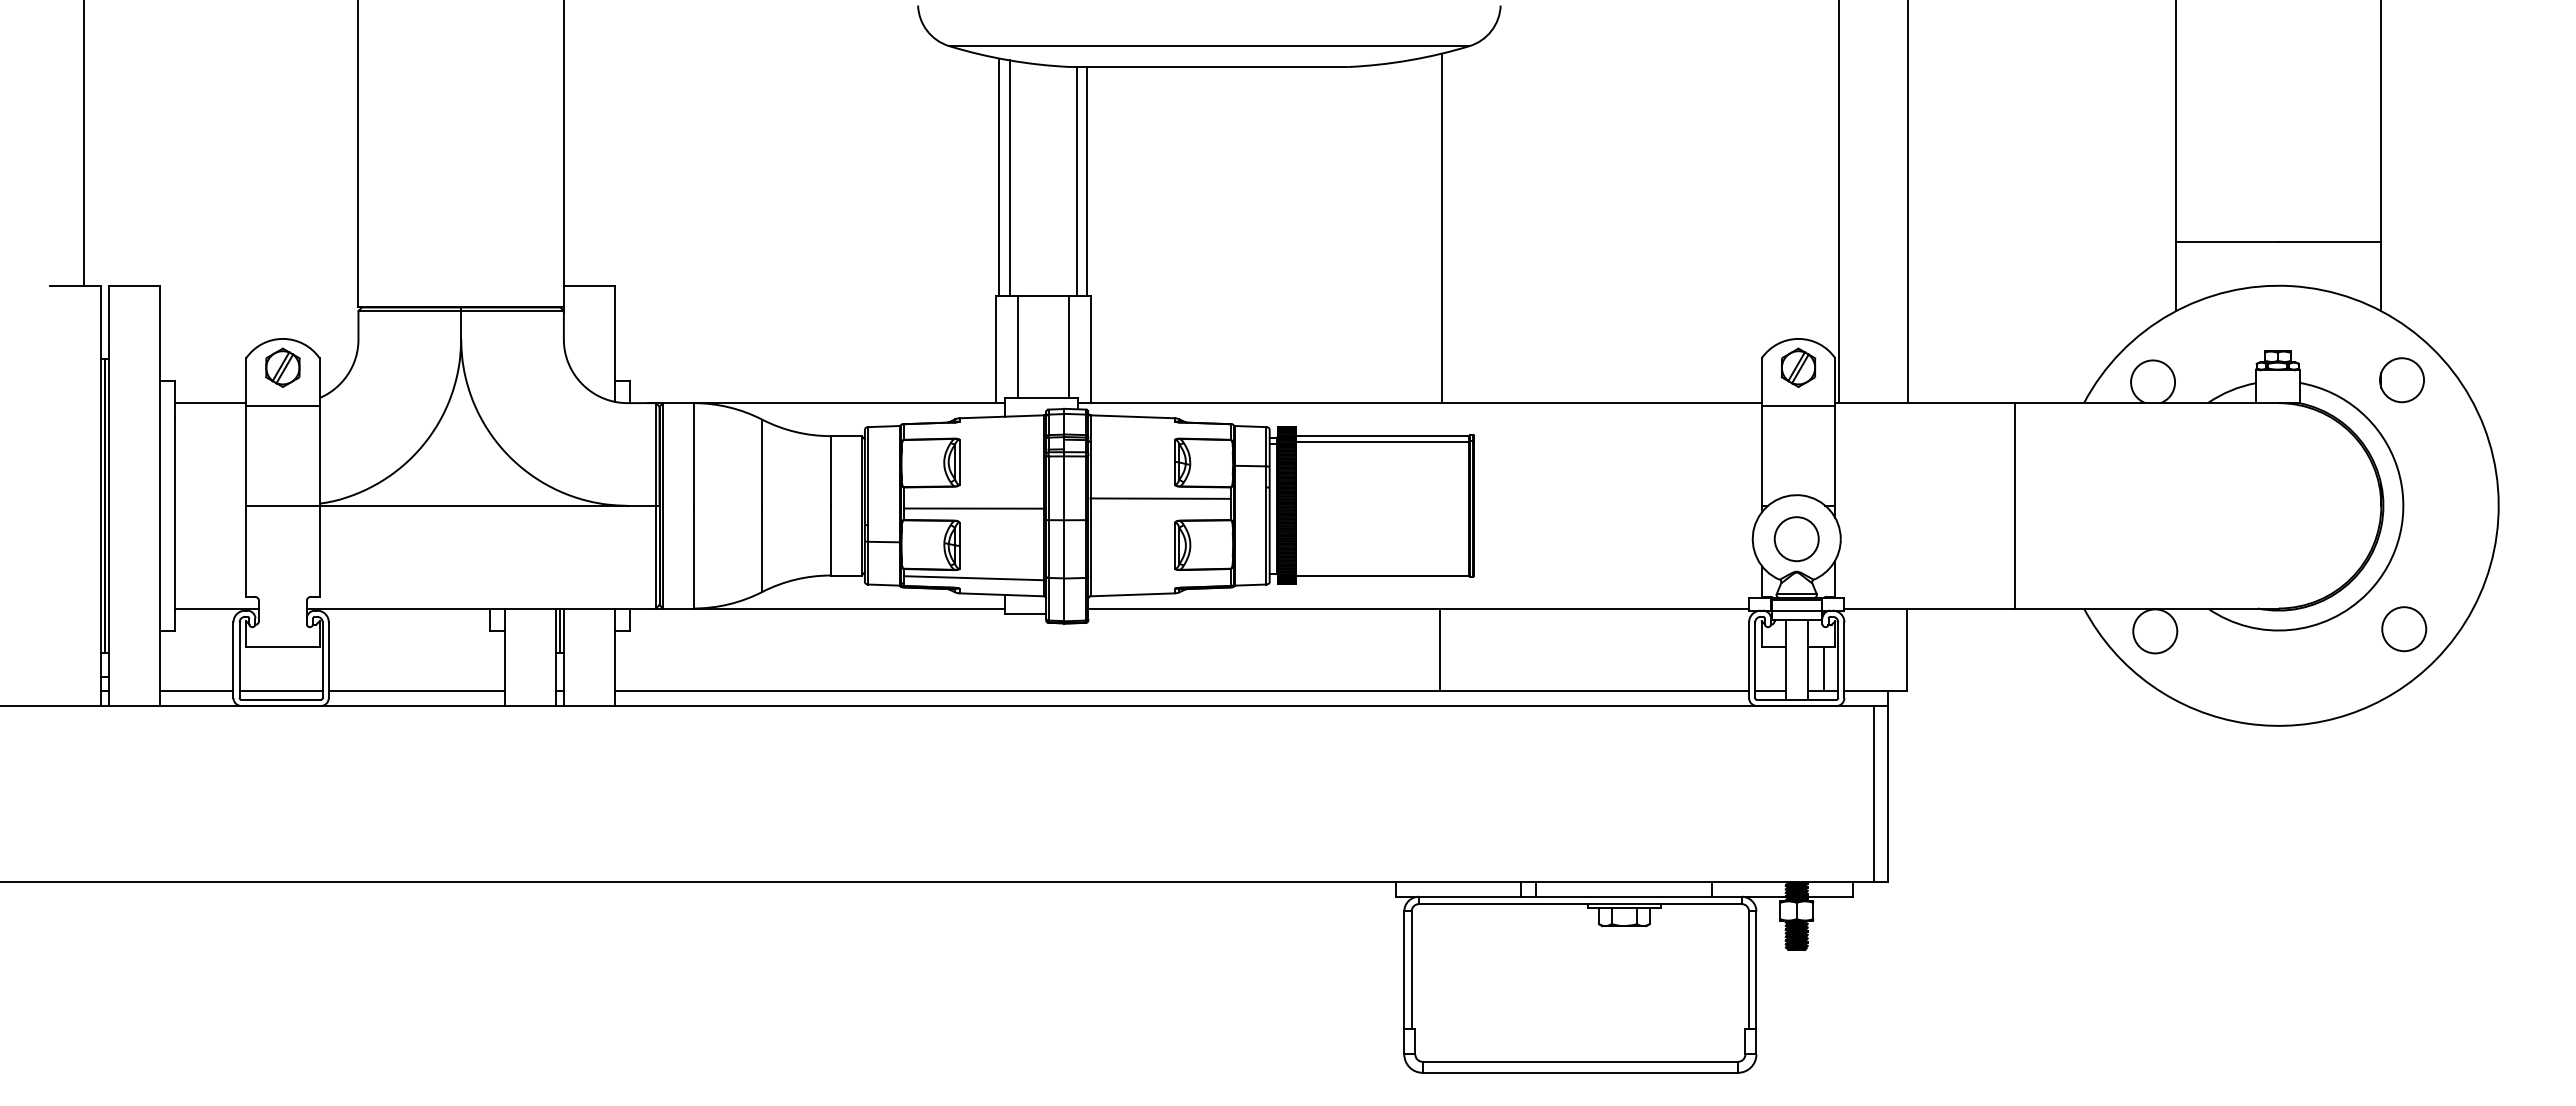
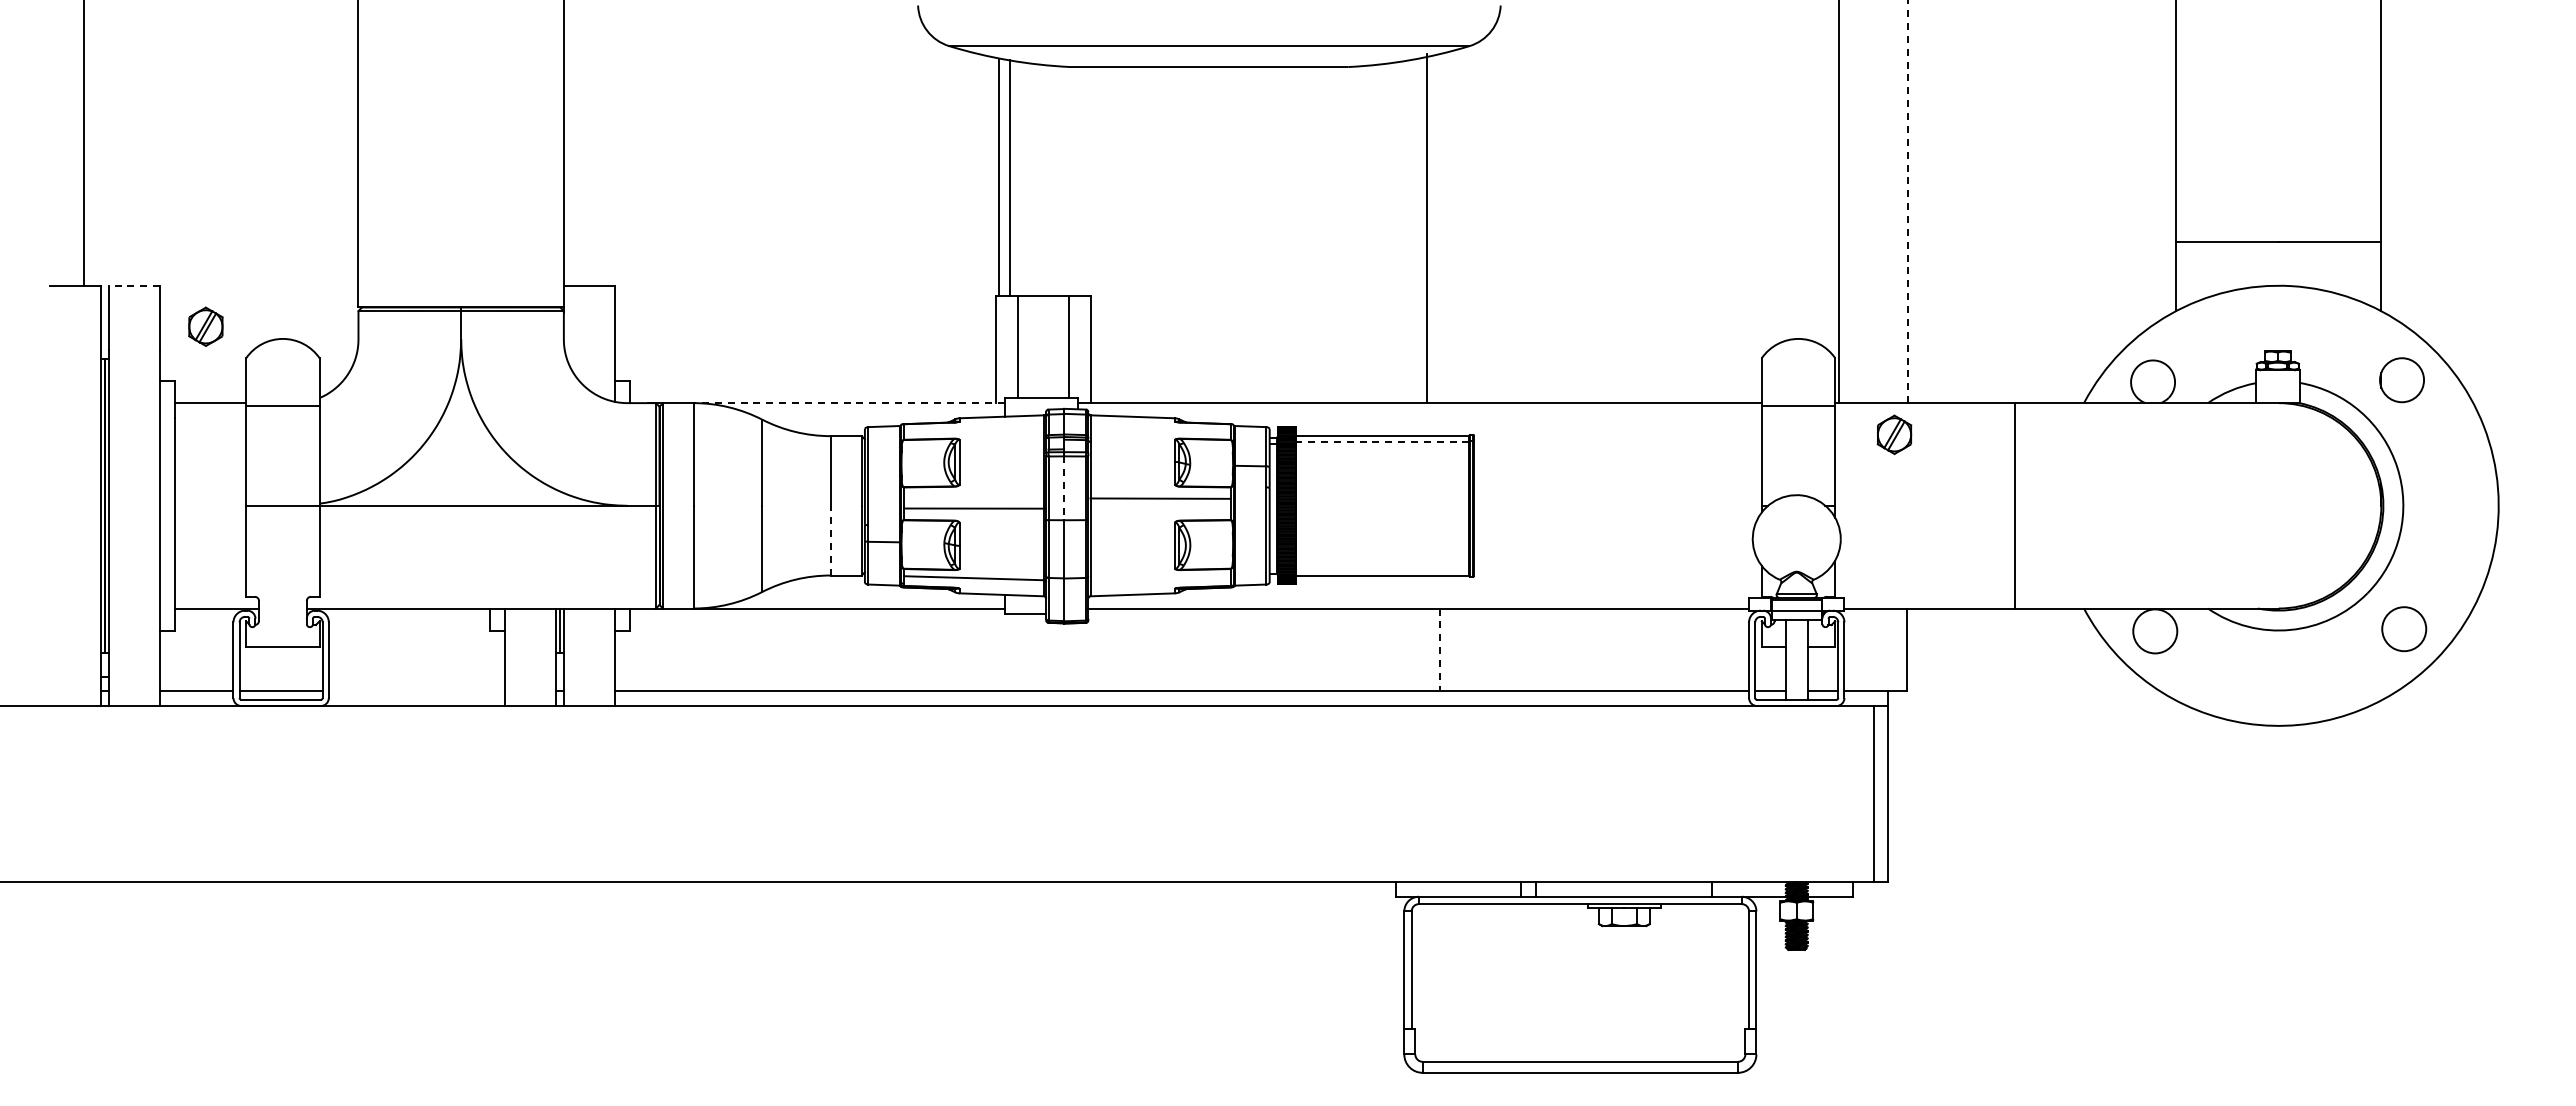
line at (1076, 181): present -> none
line at (1087, 181): present -> none
line at (1907, 201): solid -> dashed
line at (1442, 228) position: (1442, 228) -> (1427, 228)
line at (134, 285): solid -> dashed
part at (282, 367) position: (282, 367) -> (205, 326)
part at (1798, 367) position: (1798, 367) -> (1894, 434)
line at (849, 403): solid -> dashed
line at (1382, 442): solid -> dashed
line at (1064, 488): solid -> dashed
circle at (1796, 539): present -> none
line at (830, 540): solid -> dashed
line at (1439, 650): solid -> dashed
line at (1823, 669): present -> none
line at (416, 691): present -> none
